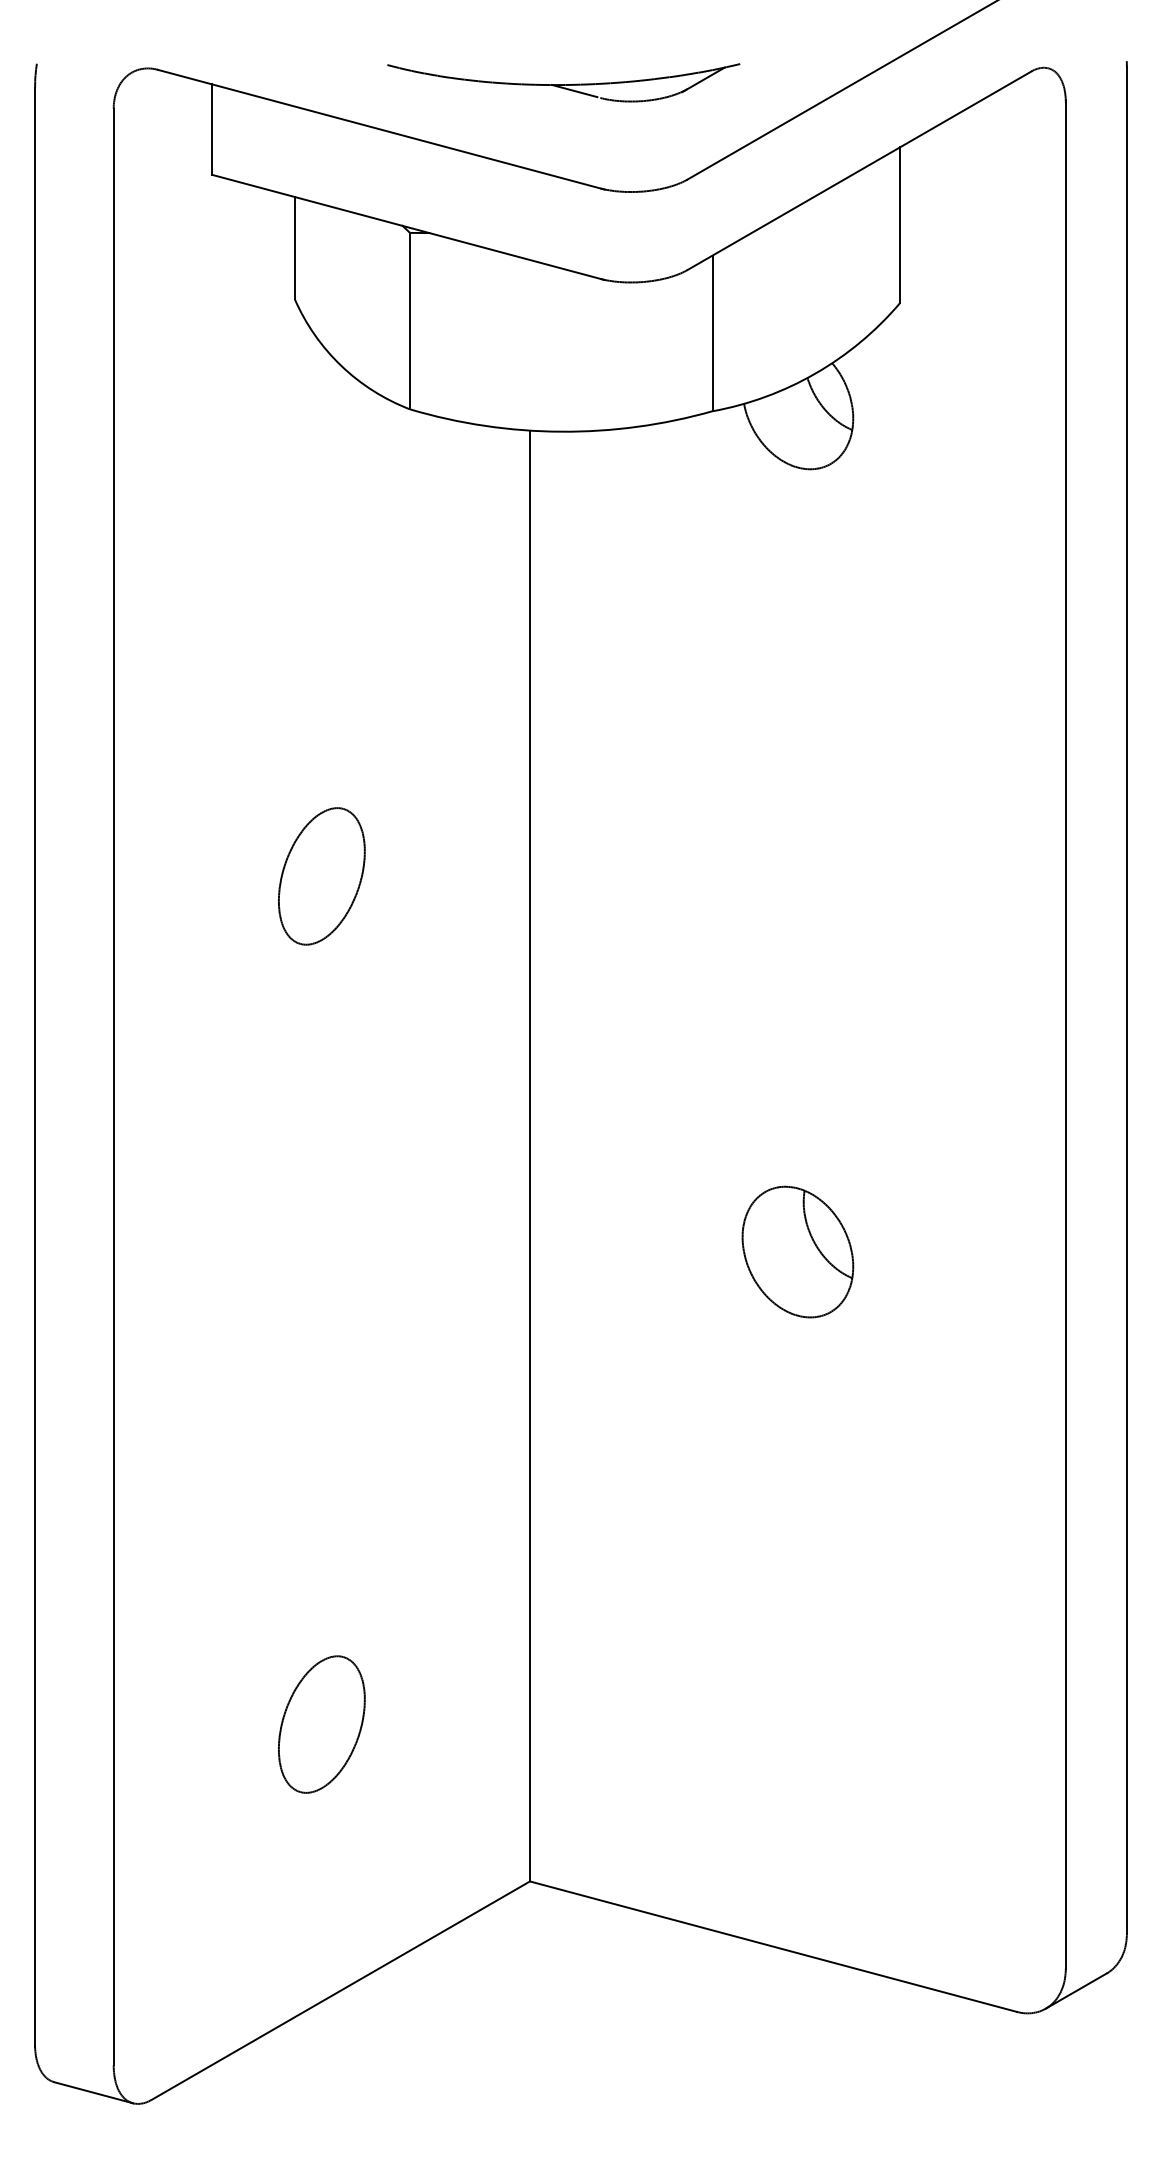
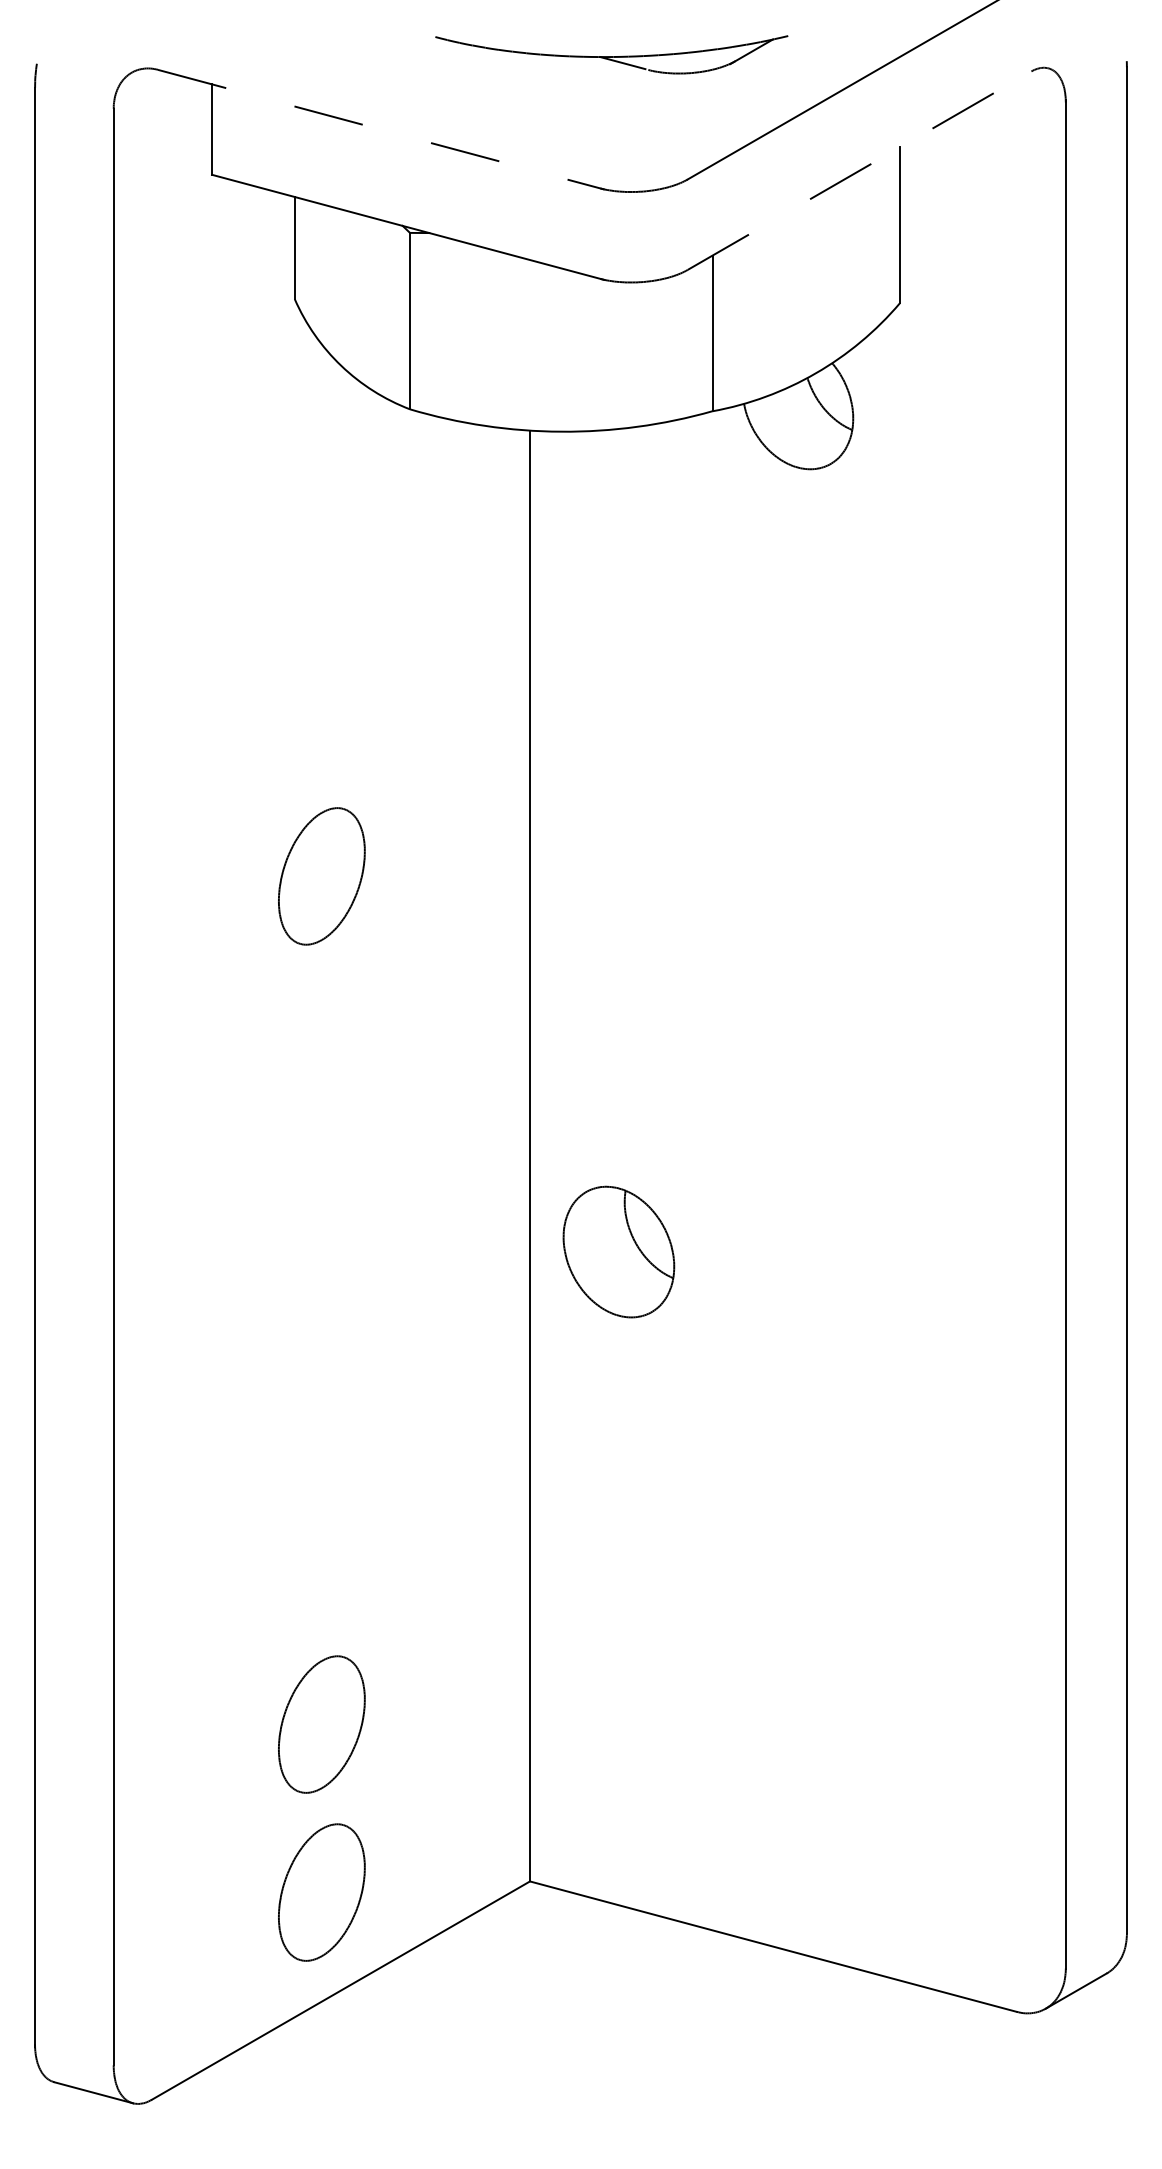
part at (563, 82) position: (563, 82) -> (611, 54)
line at (381, 129): solid -> dashed
line at (860, 170): solid -> dashed
part at (797, 1251) position: (797, 1251) -> (618, 1251)
part at (321, 1892): none -> present
